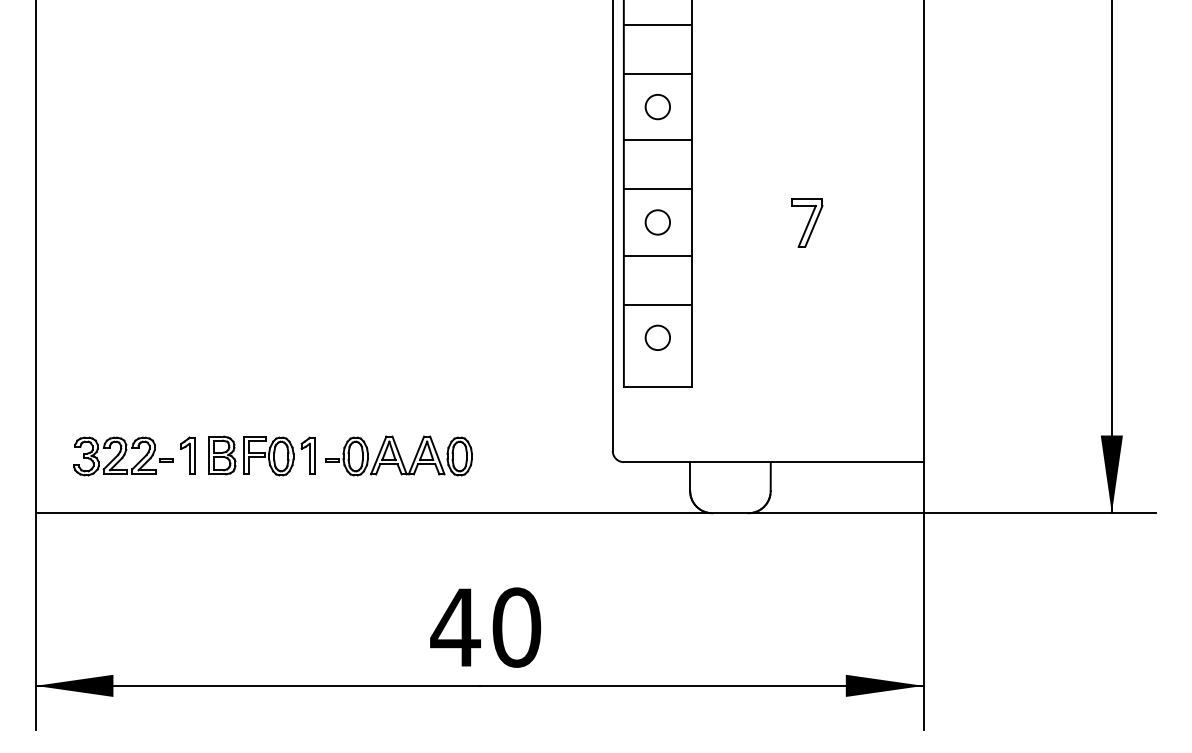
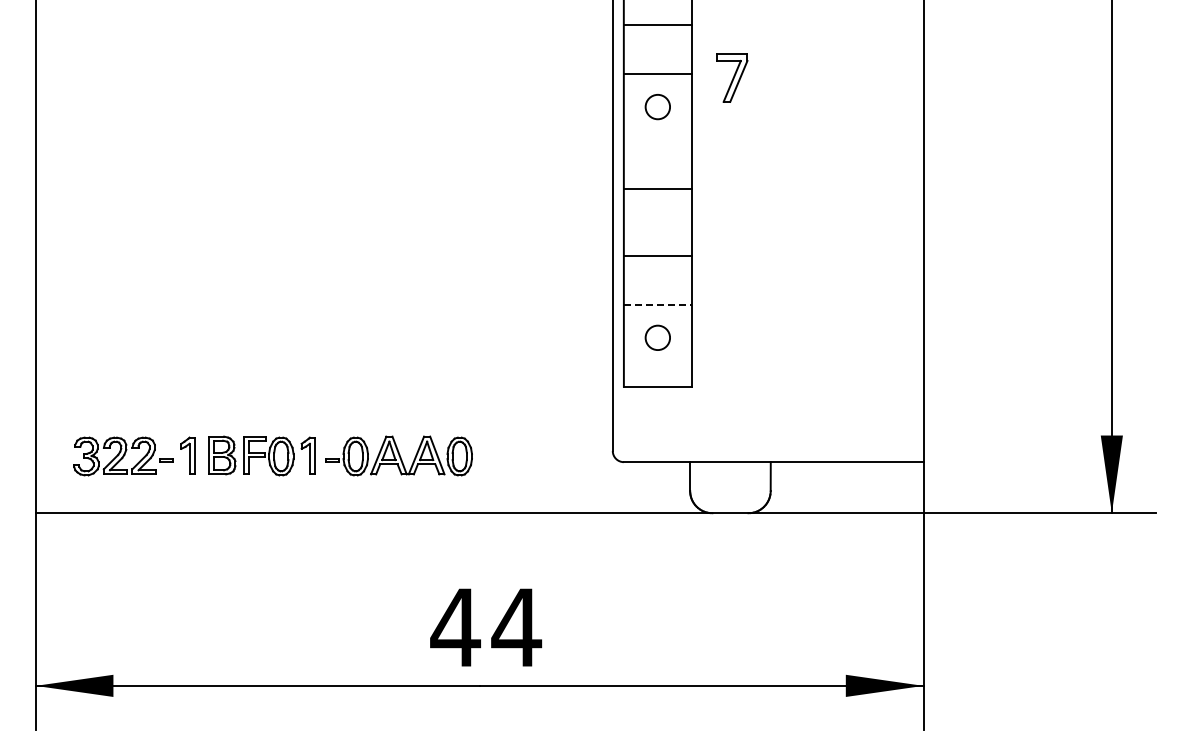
line at (657, 140): present -> none
circle at (657, 222): present -> none
part at (807, 222) position: (807, 222) -> (732, 77)
line at (658, 304): solid -> dashed
text at (516, 627): 40 -> 44
